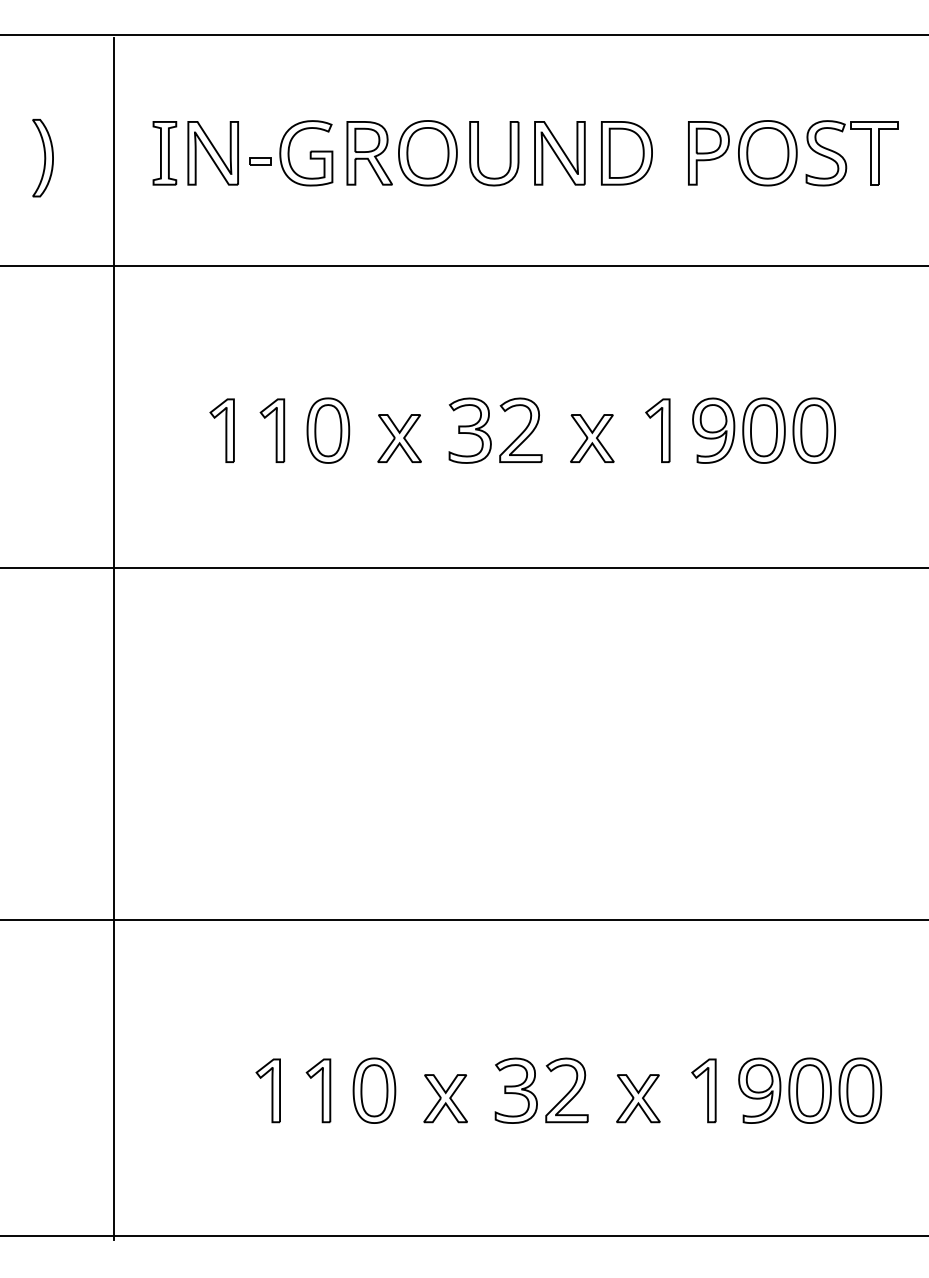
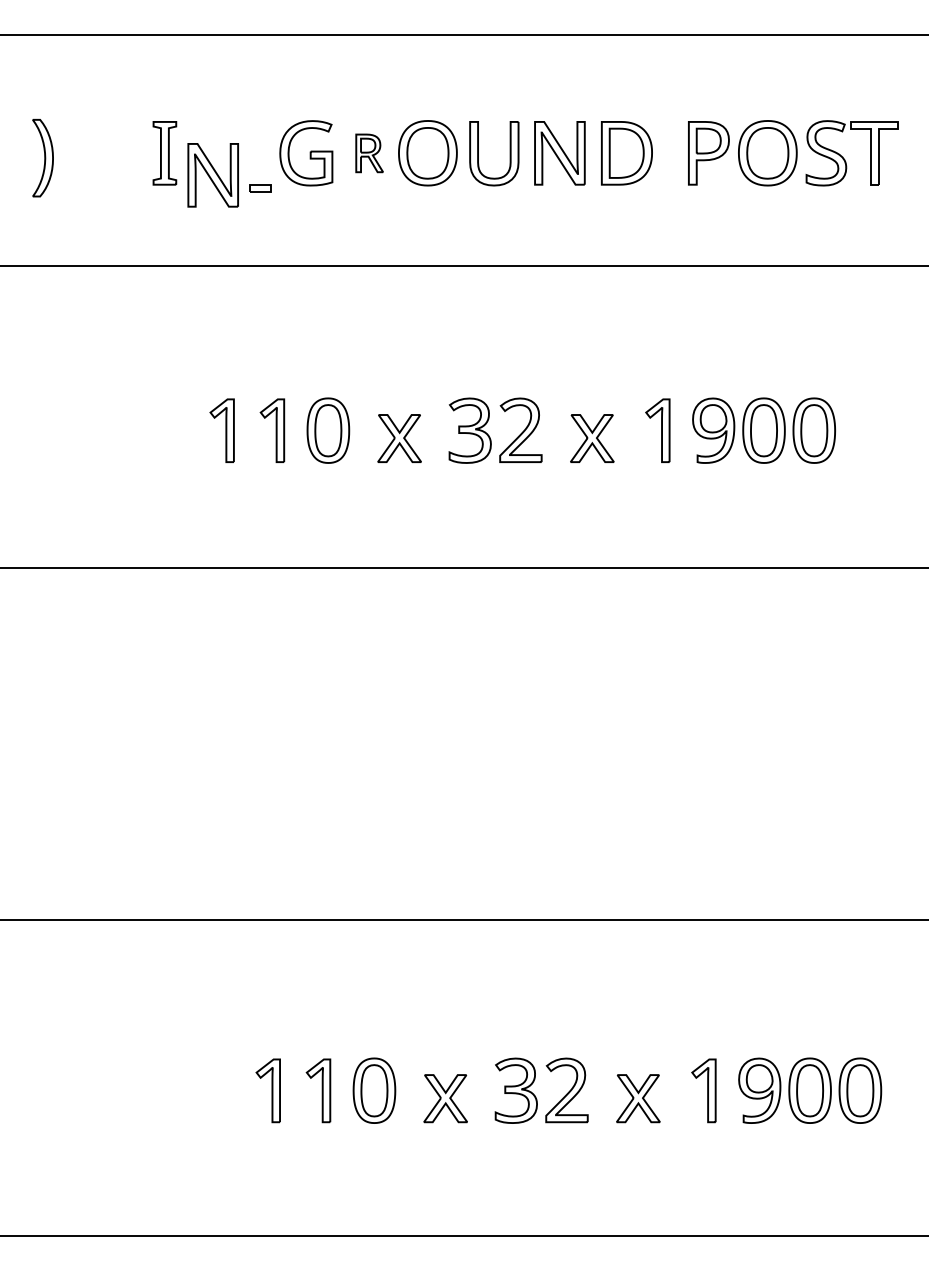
part at (212, 153) position: (212, 153) -> (212, 175)
part at (369, 153) size: 47x65 px -> 29x41 px
part at (260, 161) position: (260, 161) -> (260, 188)
line at (114, 638): present -> none
